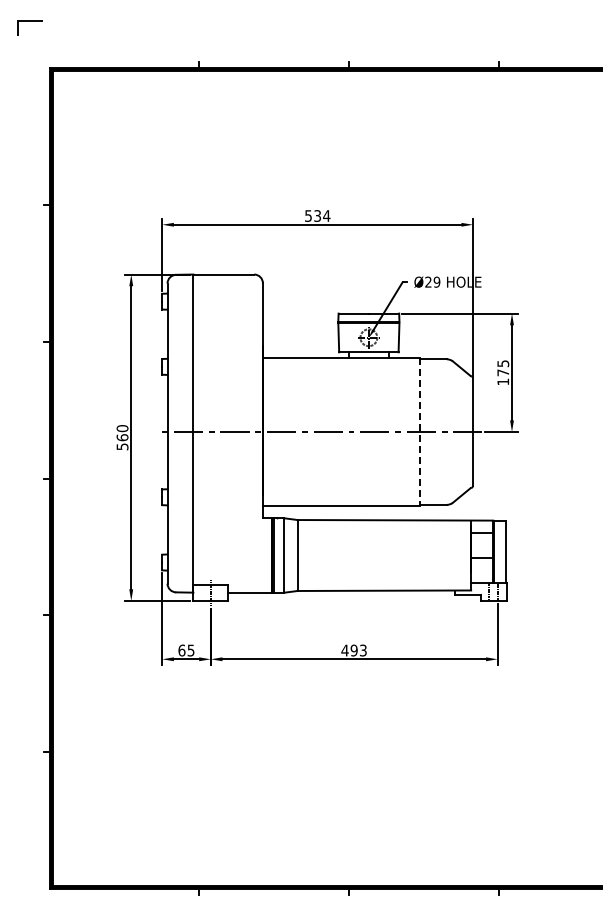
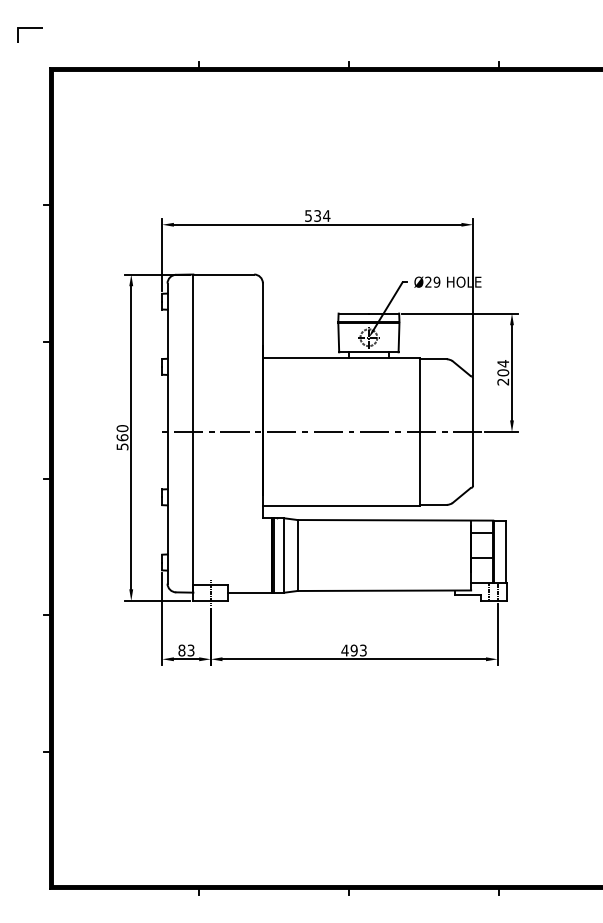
line at (29, 21) position: (29, 21) -> (29, 28)
text at (503, 372): 175 -> 204
line at (420, 432): dashed -> solid
text at (186, 650): 65 -> 83
